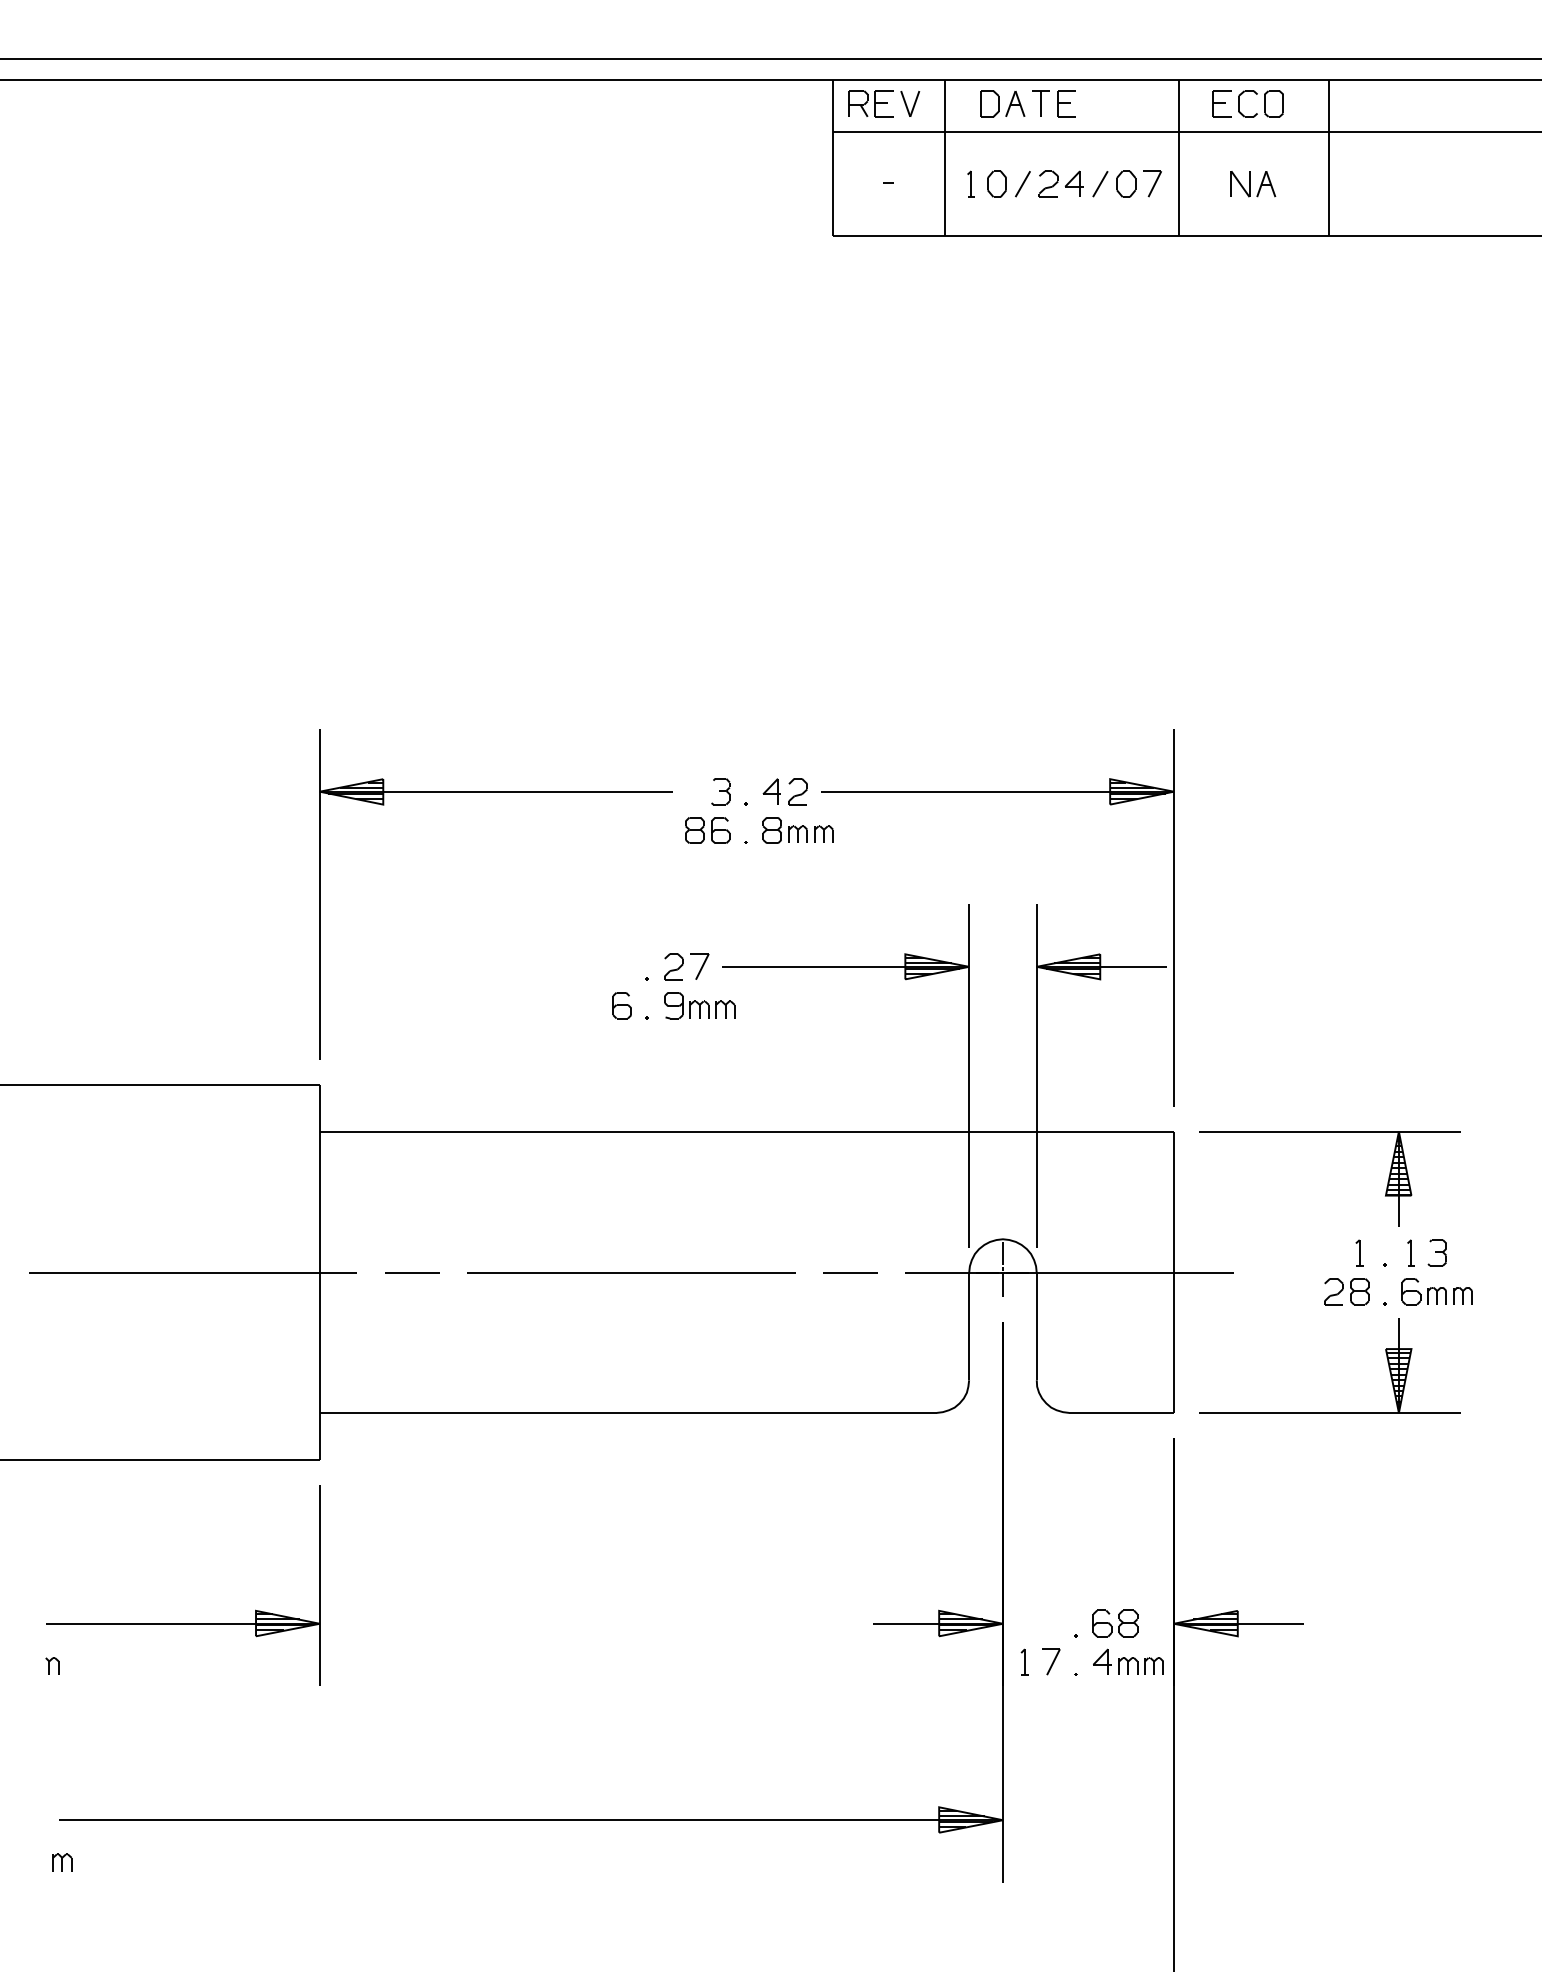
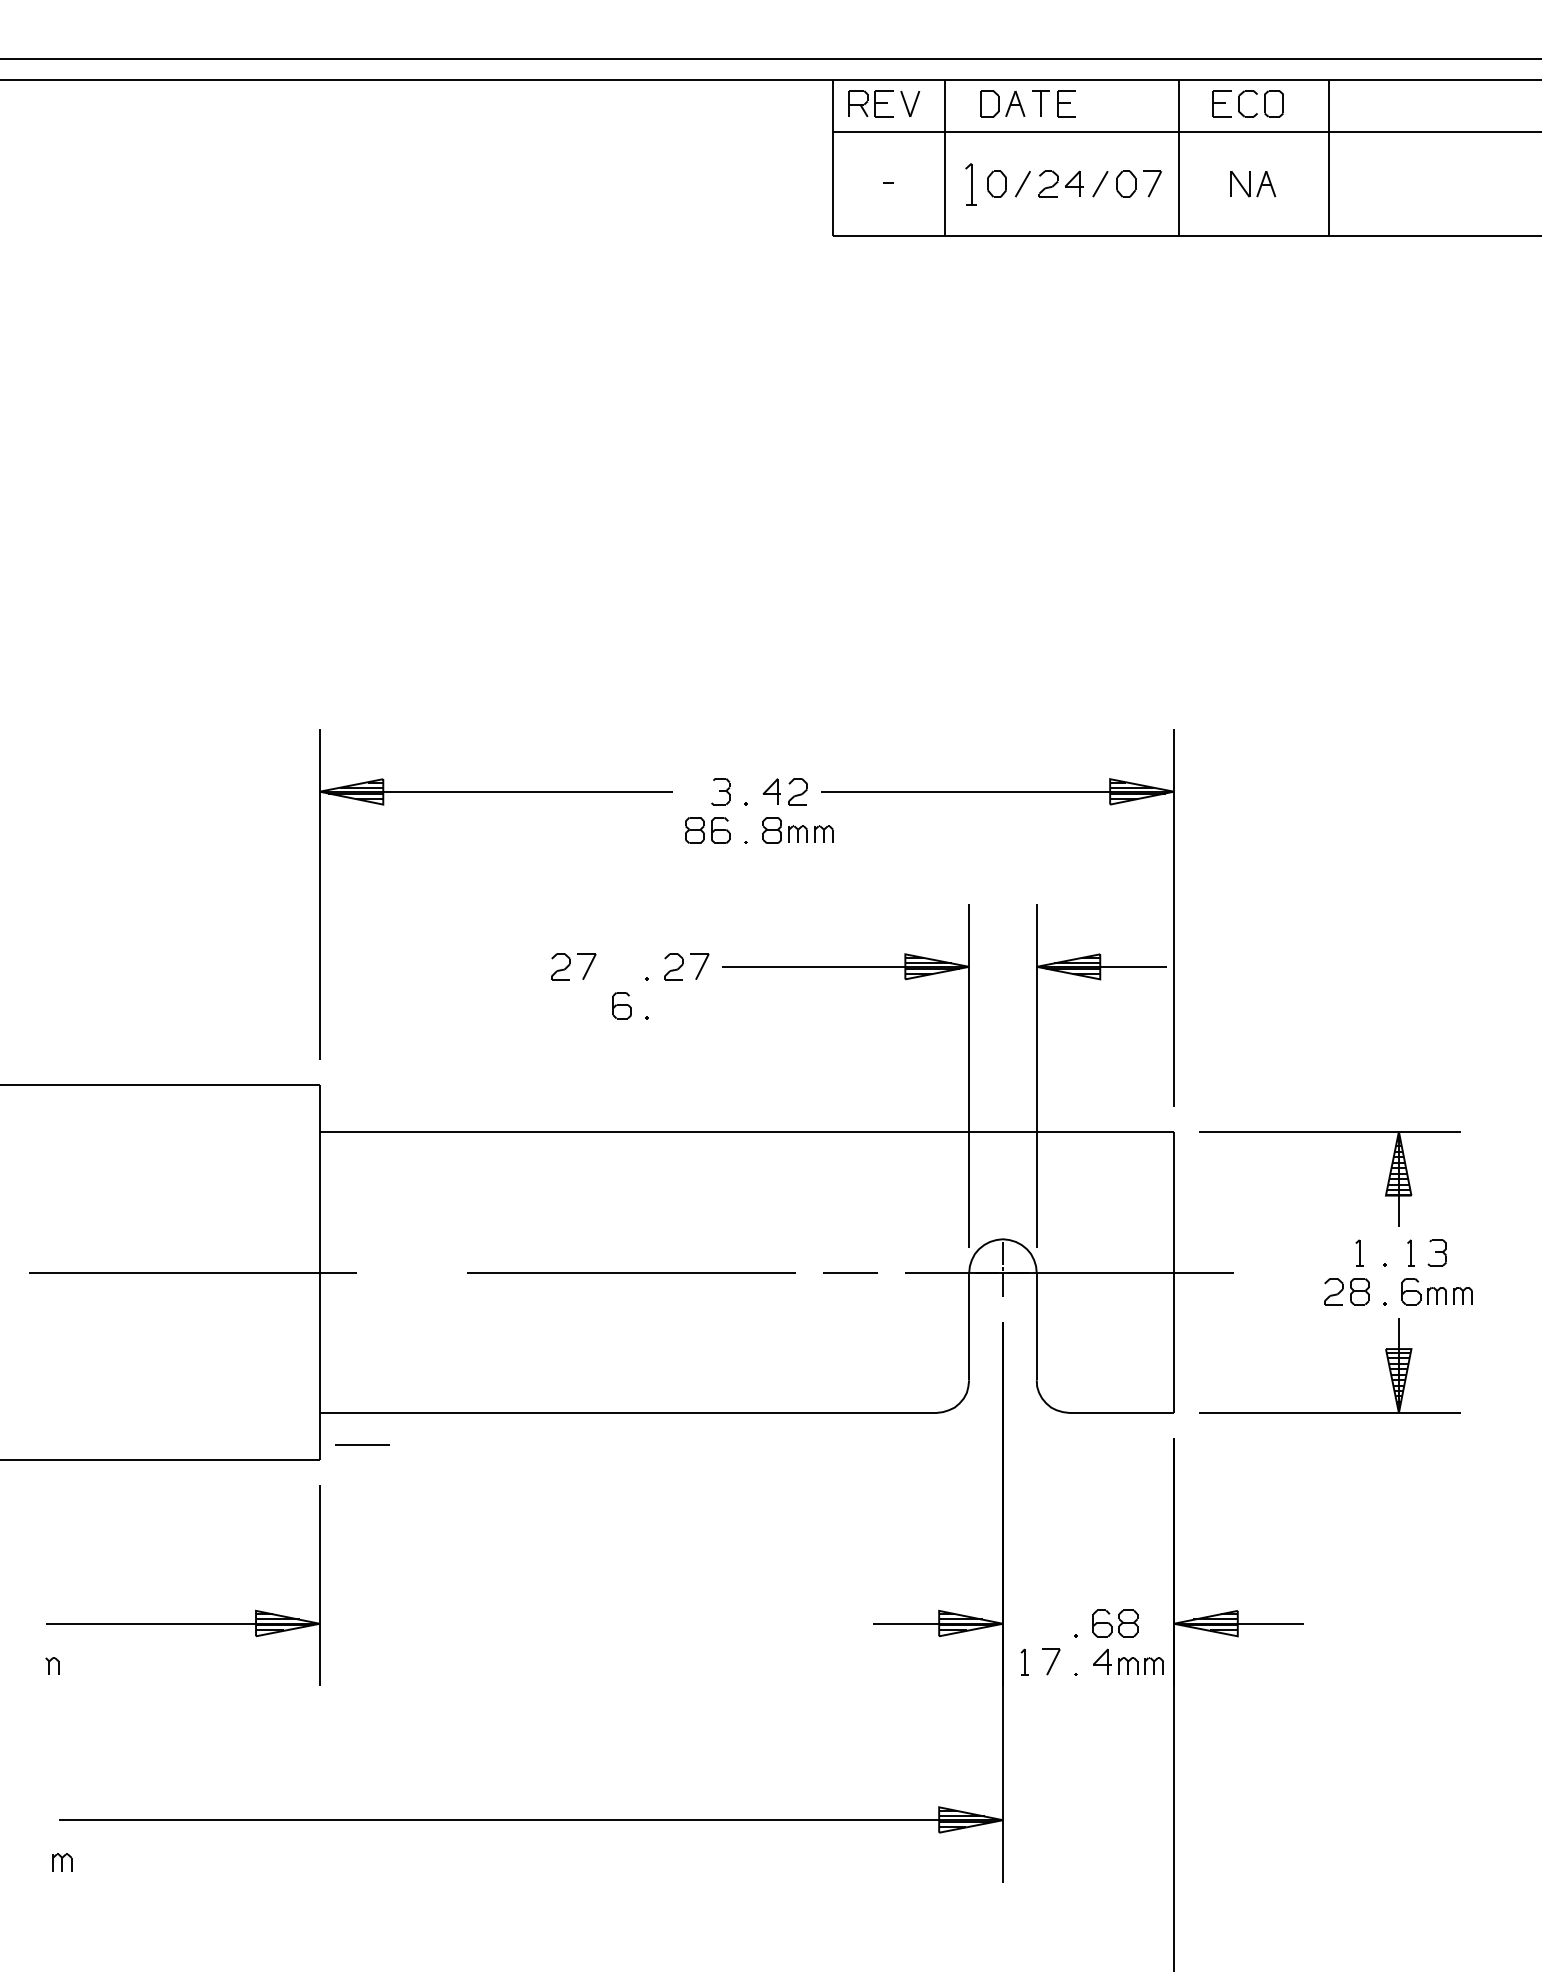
part at (970, 183) size: 8x28 px -> 12x43 px
part at (573, 966): none -> present
part at (699, 1005): present -> none
line at (412, 1272) position: (412, 1272) -> (362, 1444)
